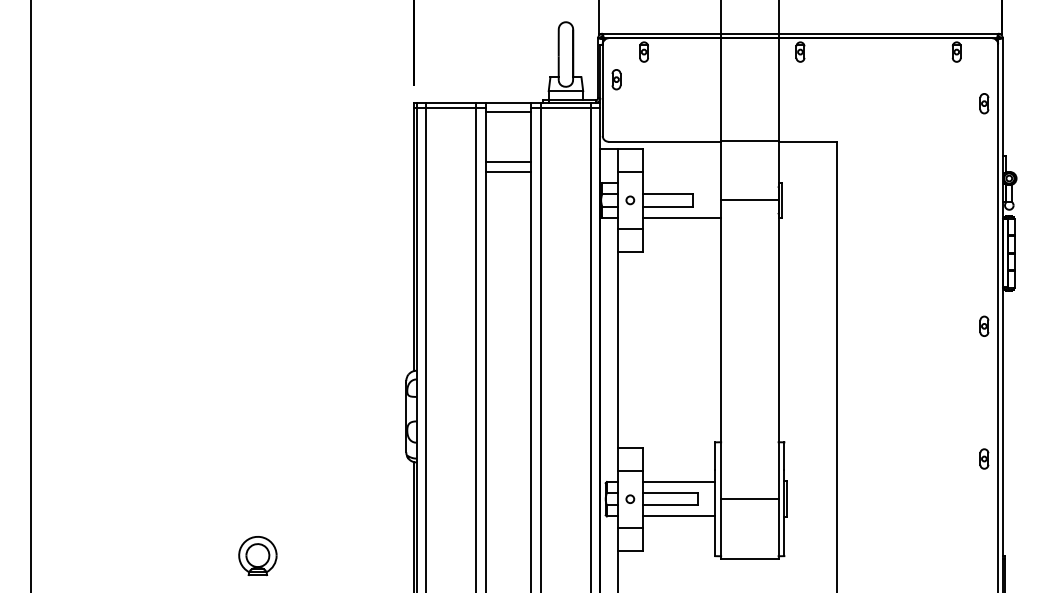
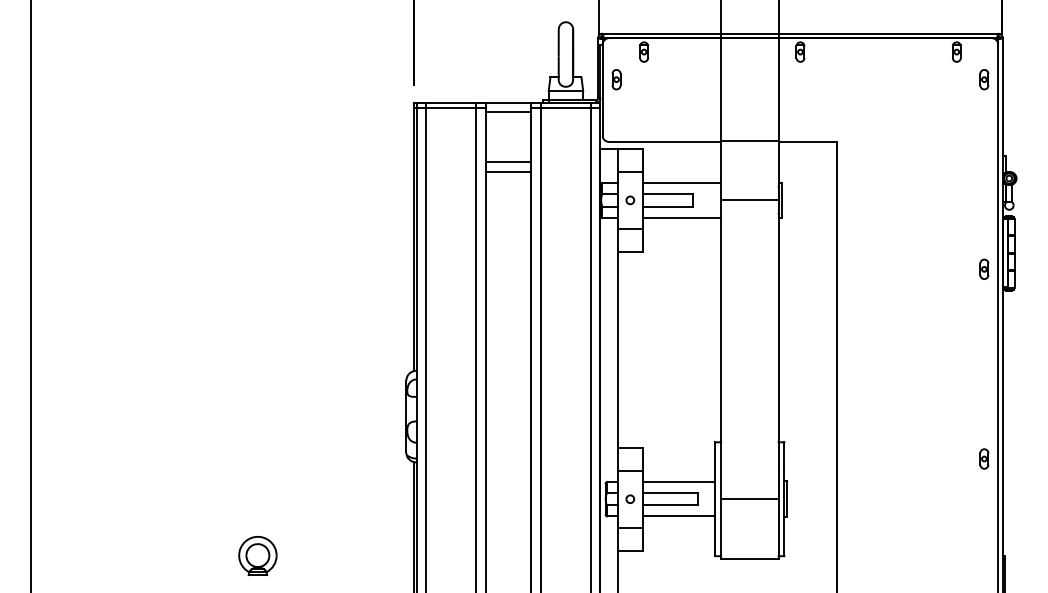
part at (984, 103) position: (984, 103) -> (984, 79)
line at (681, 183): none -> present
part at (984, 325) position: (984, 325) -> (984, 268)
